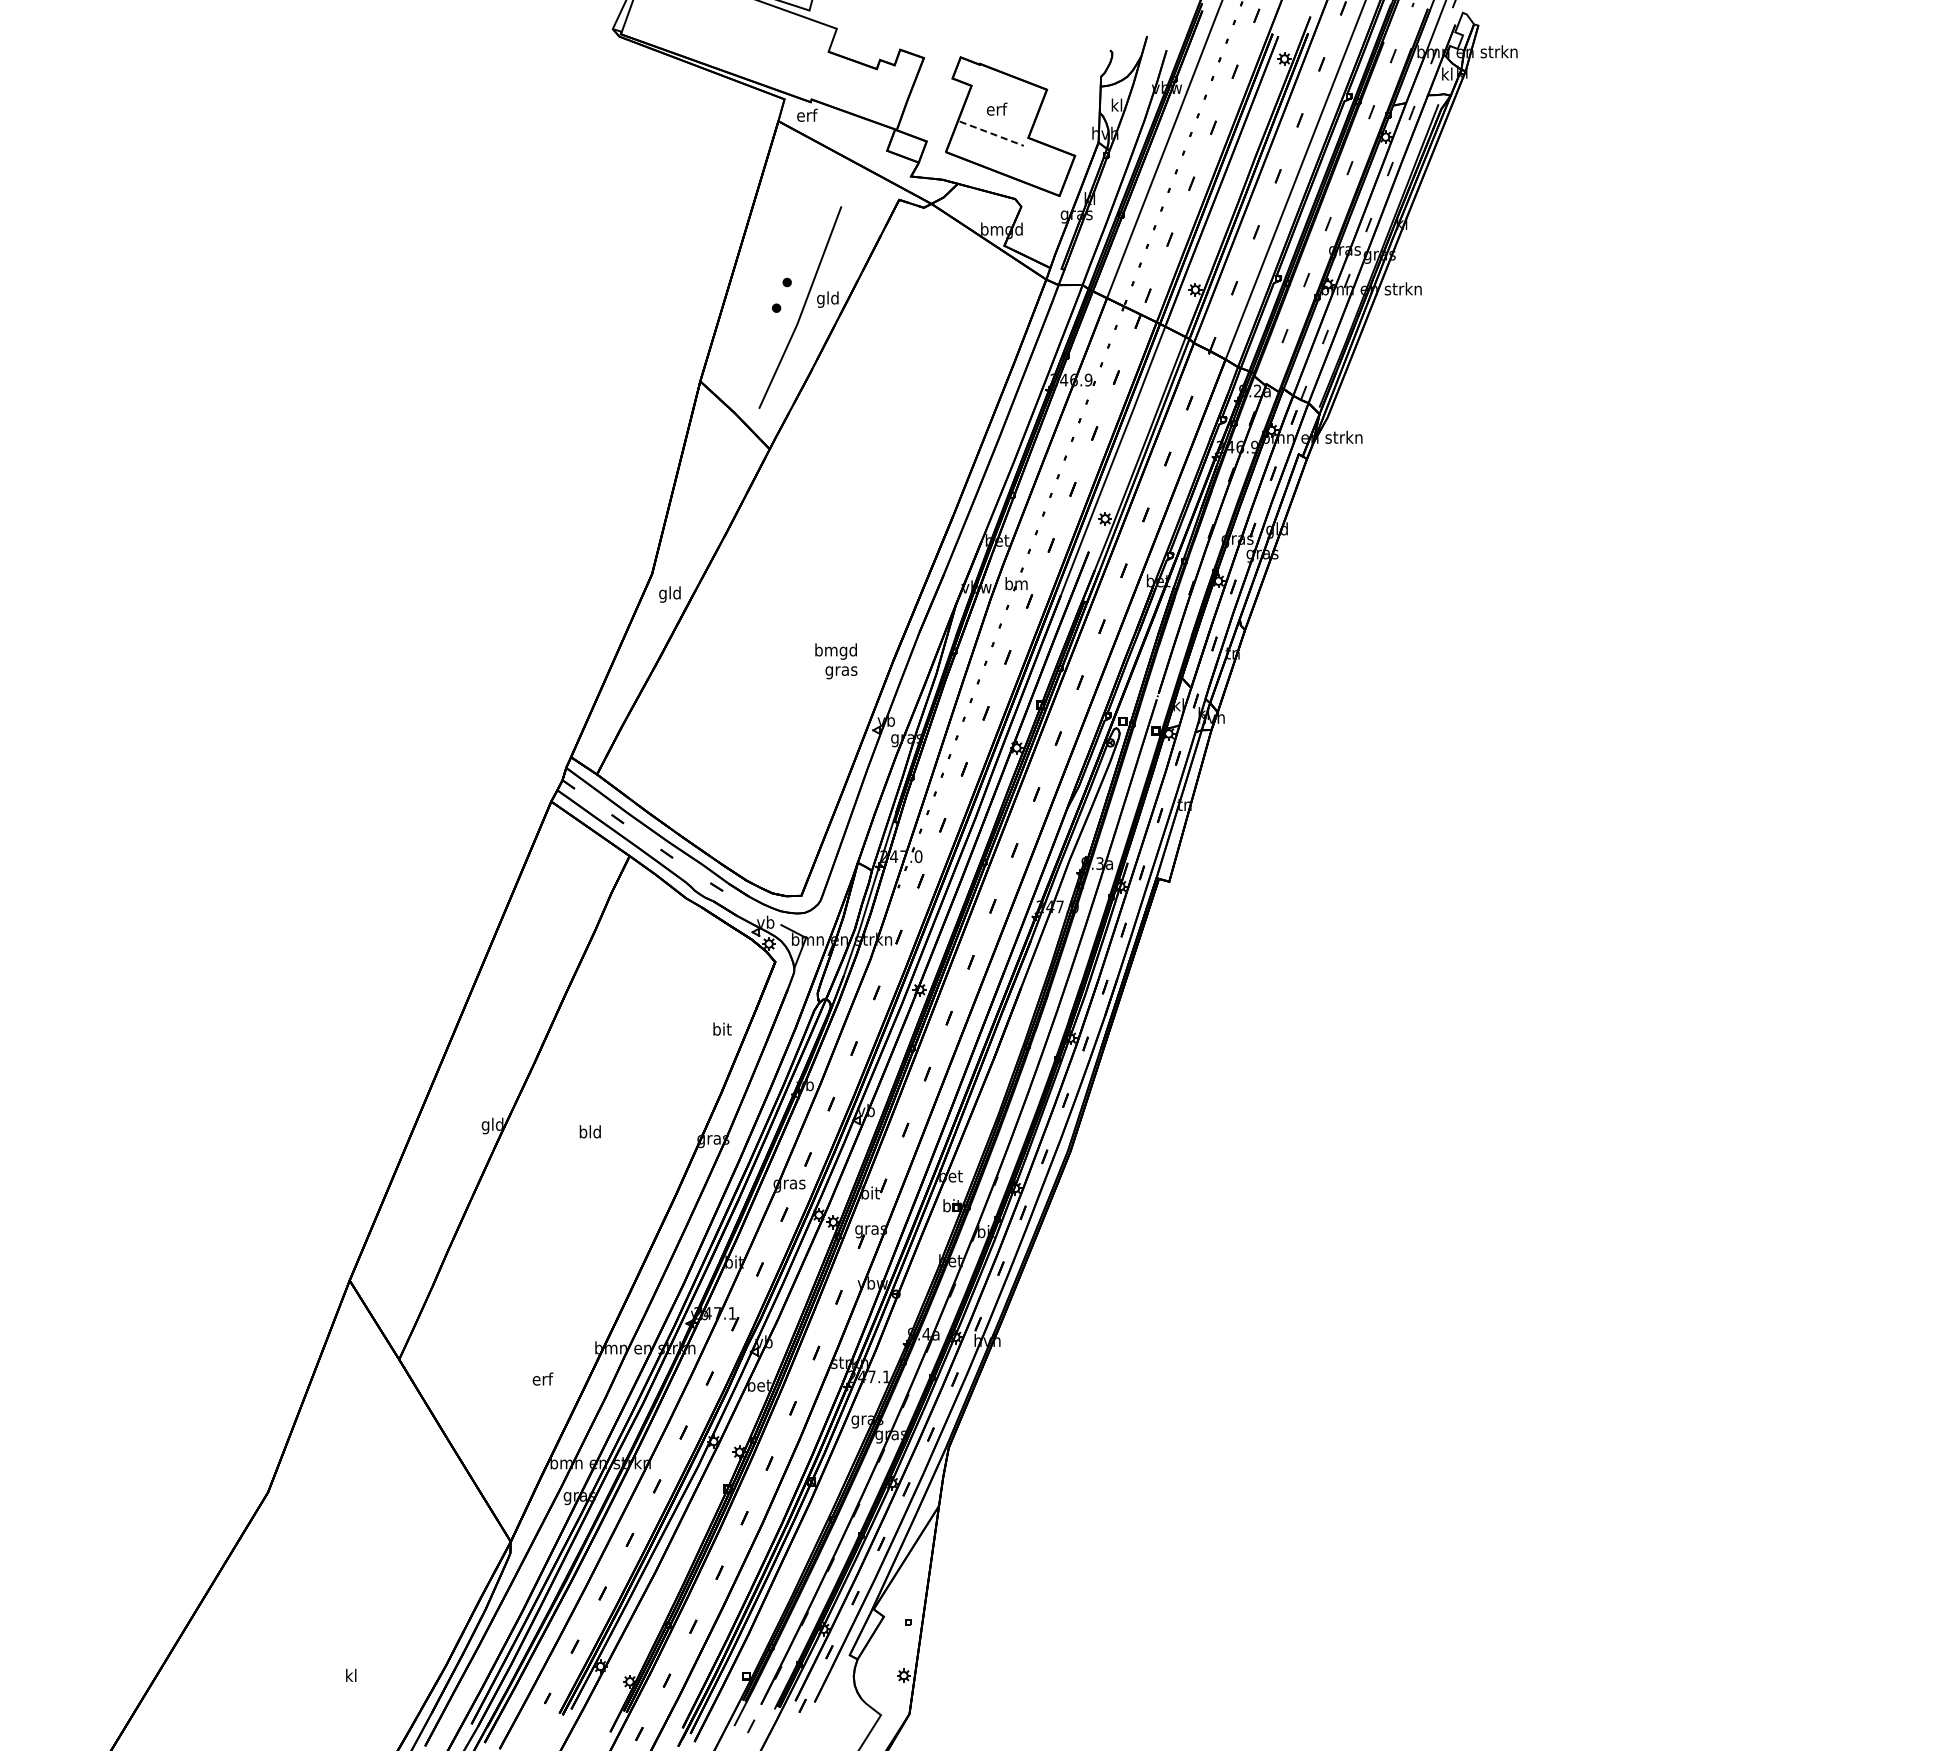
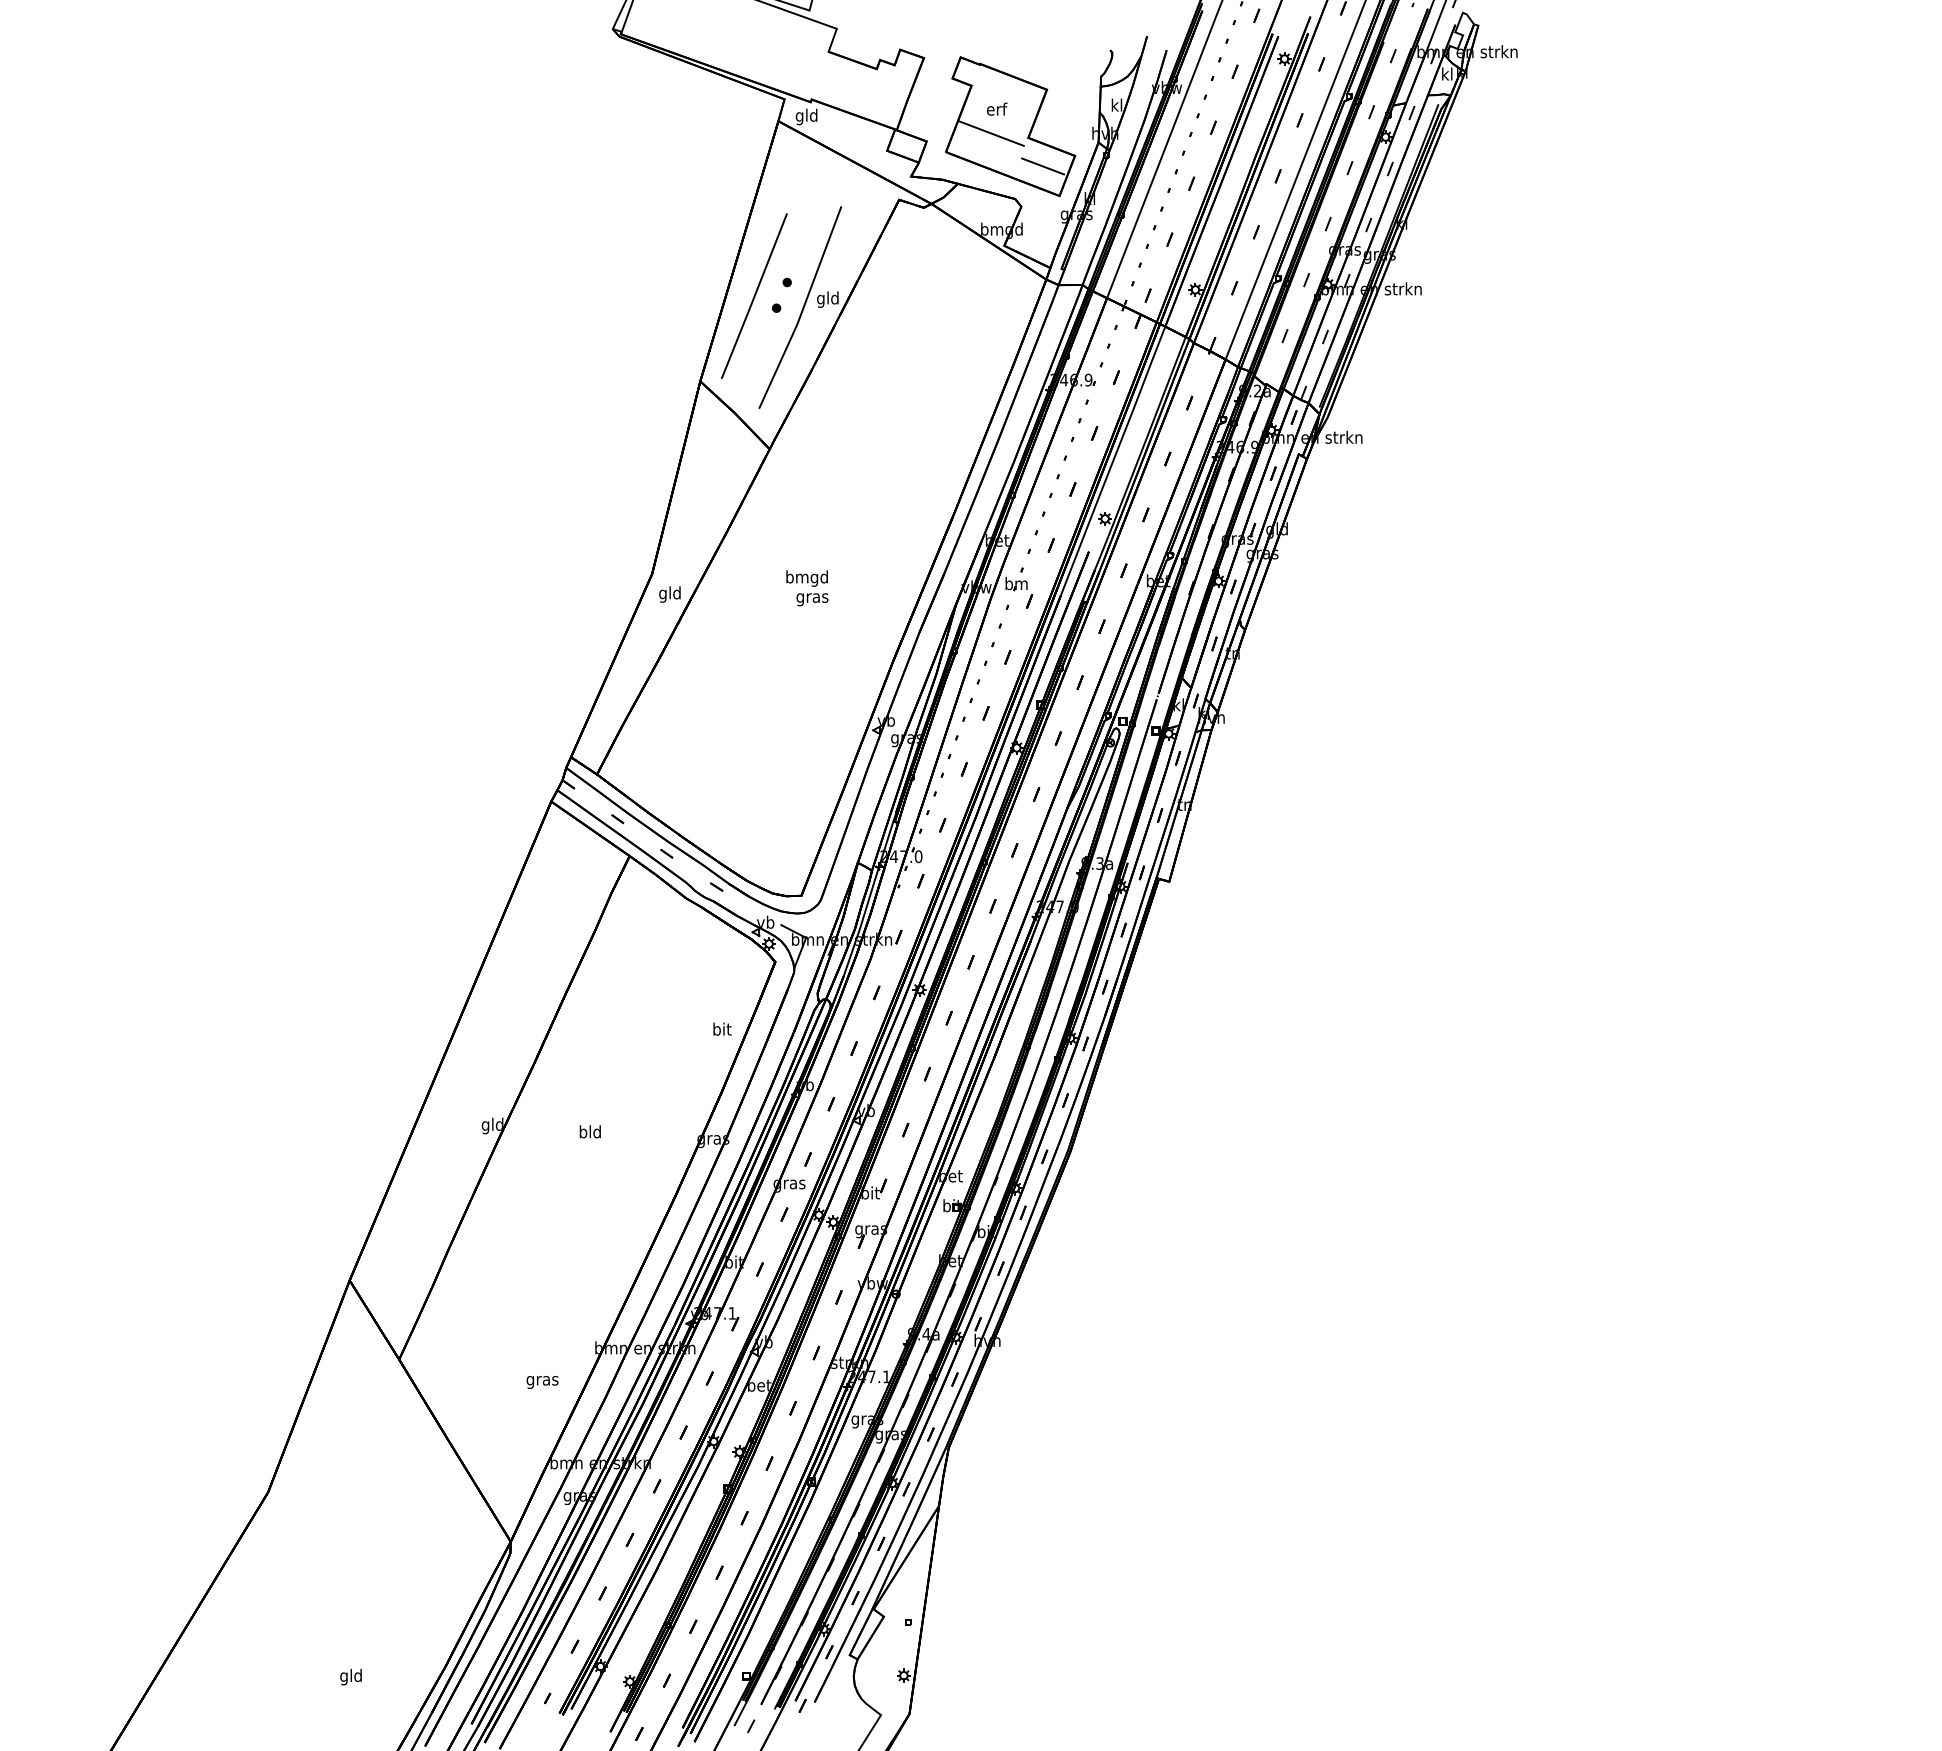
text at (806, 116): erf -> gld
line at (992, 133): dashed -> solid
line at (1043, 166): none -> present
line at (754, 295): none -> present
text at (836, 661) position: (836, 661) -> (807, 588)
text at (542, 1380): erf -> gras
text at (350, 1676): kl -> gld
